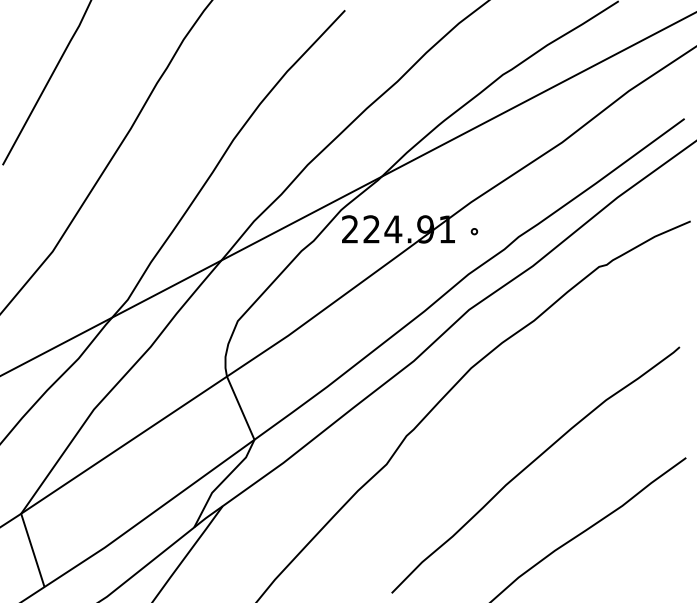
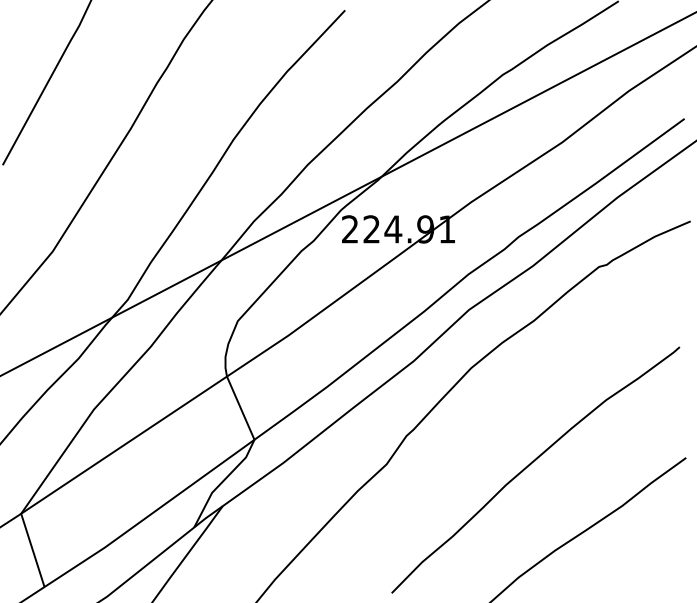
part at (474, 231): present -> none
